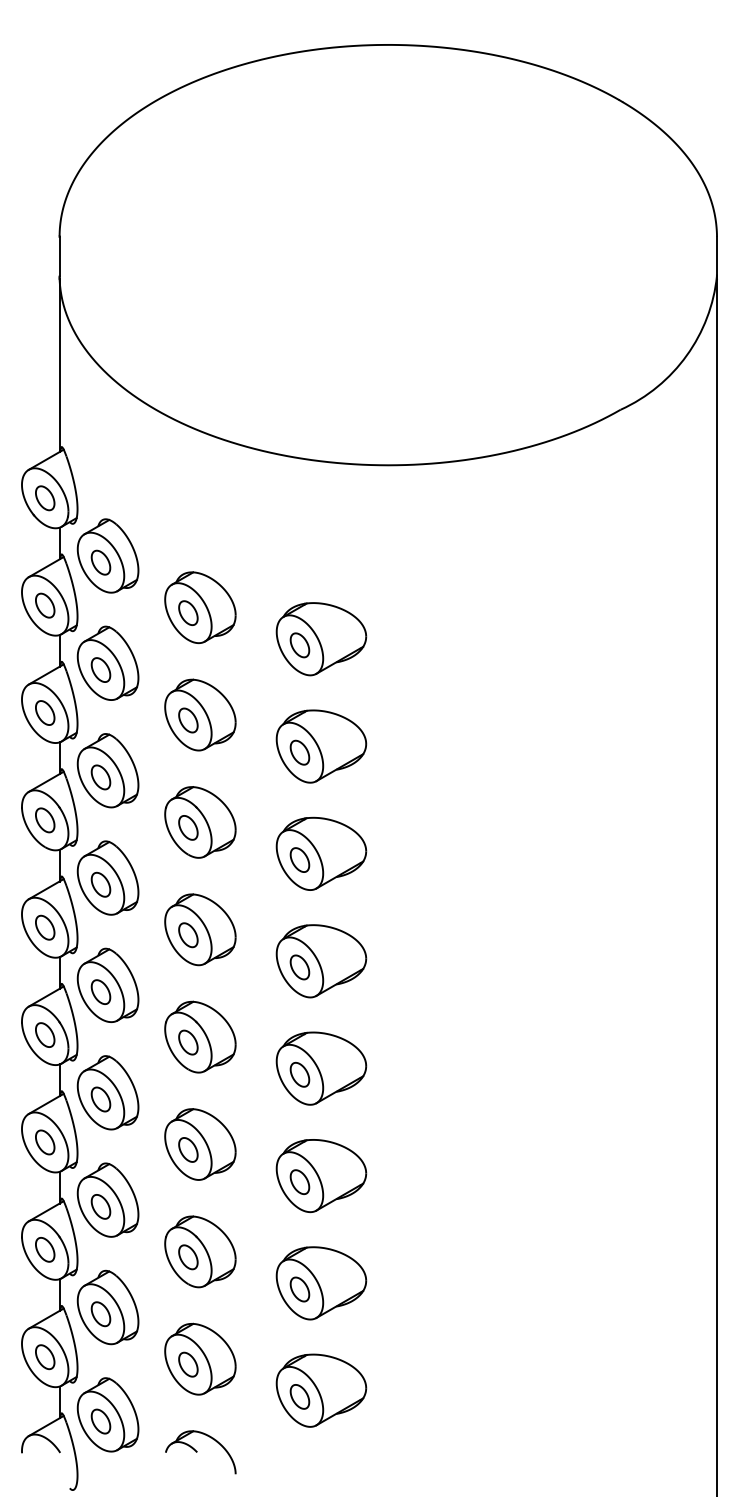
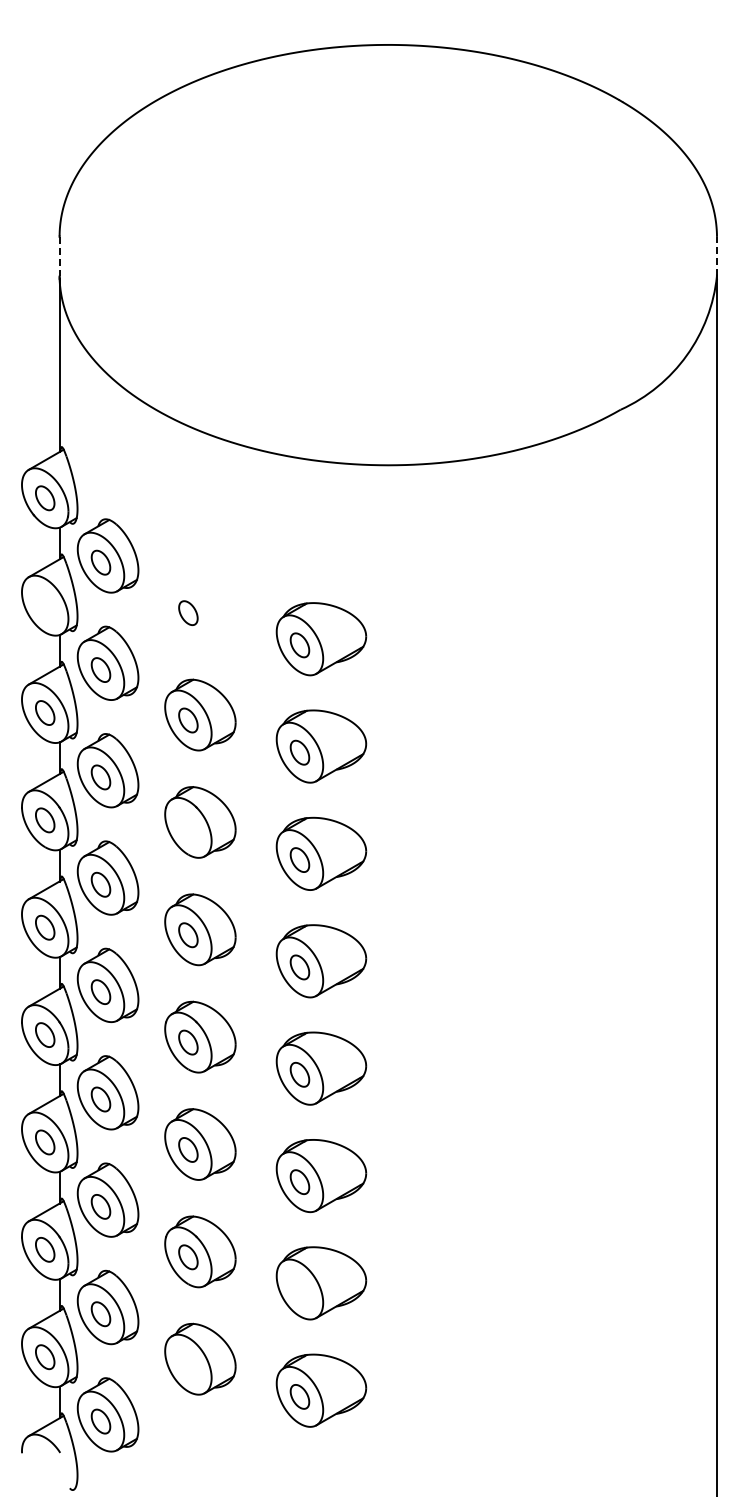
line at (717, 255): solid -> dashed
line at (59, 256): solid -> dashed
part at (45, 605): present -> none
part at (200, 607): present -> none
part at (188, 827): present -> none
part at (299, 1289): present -> none
part at (188, 1364): present -> none
part at (200, 1452): present -> none
